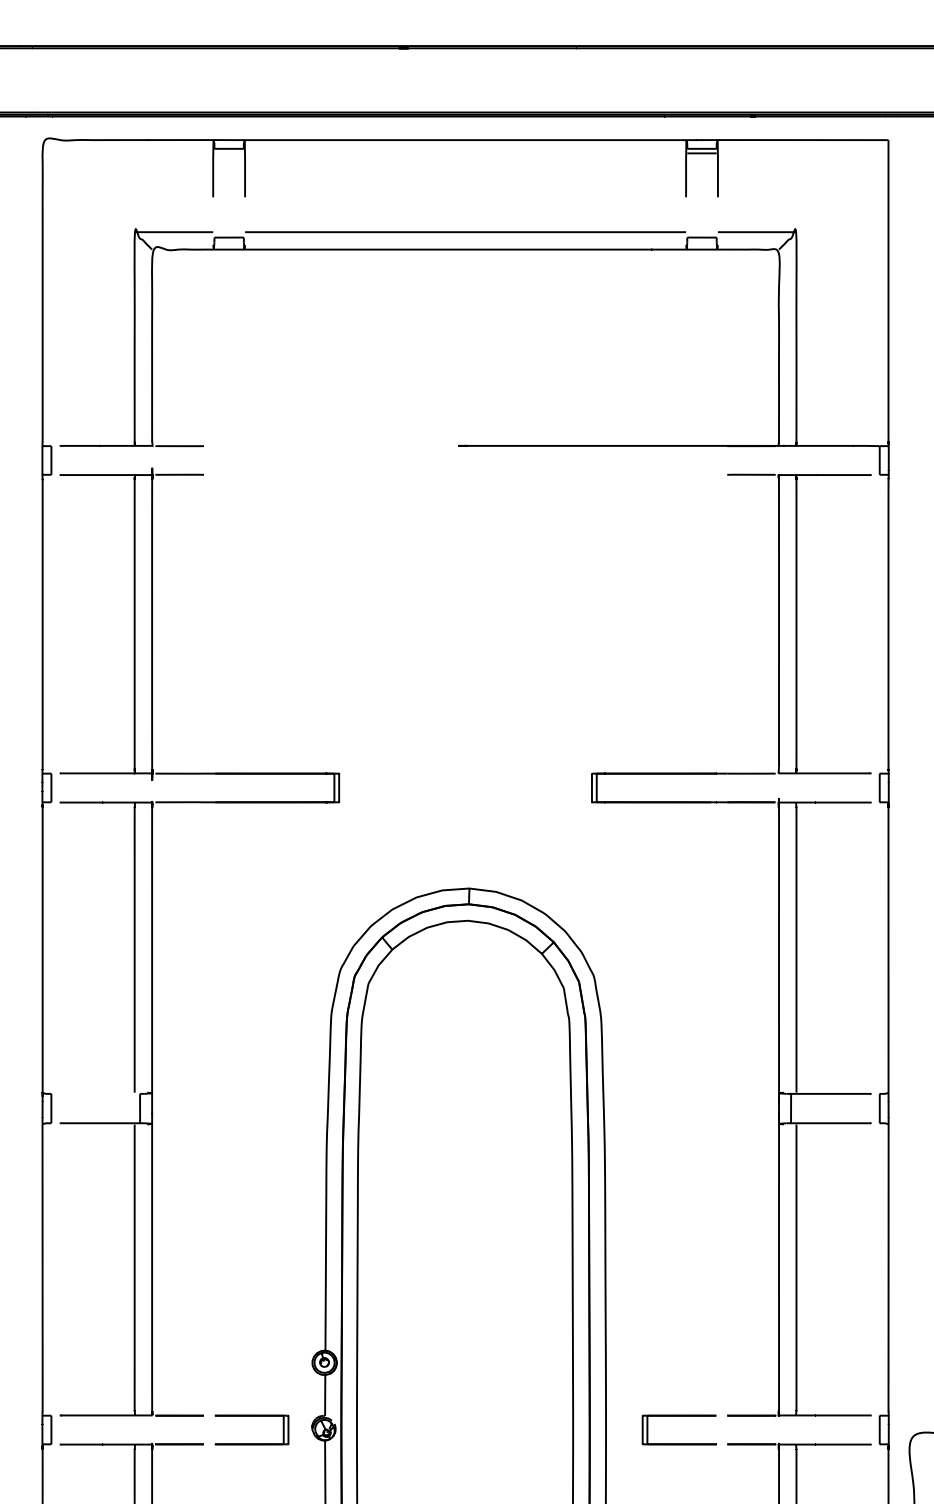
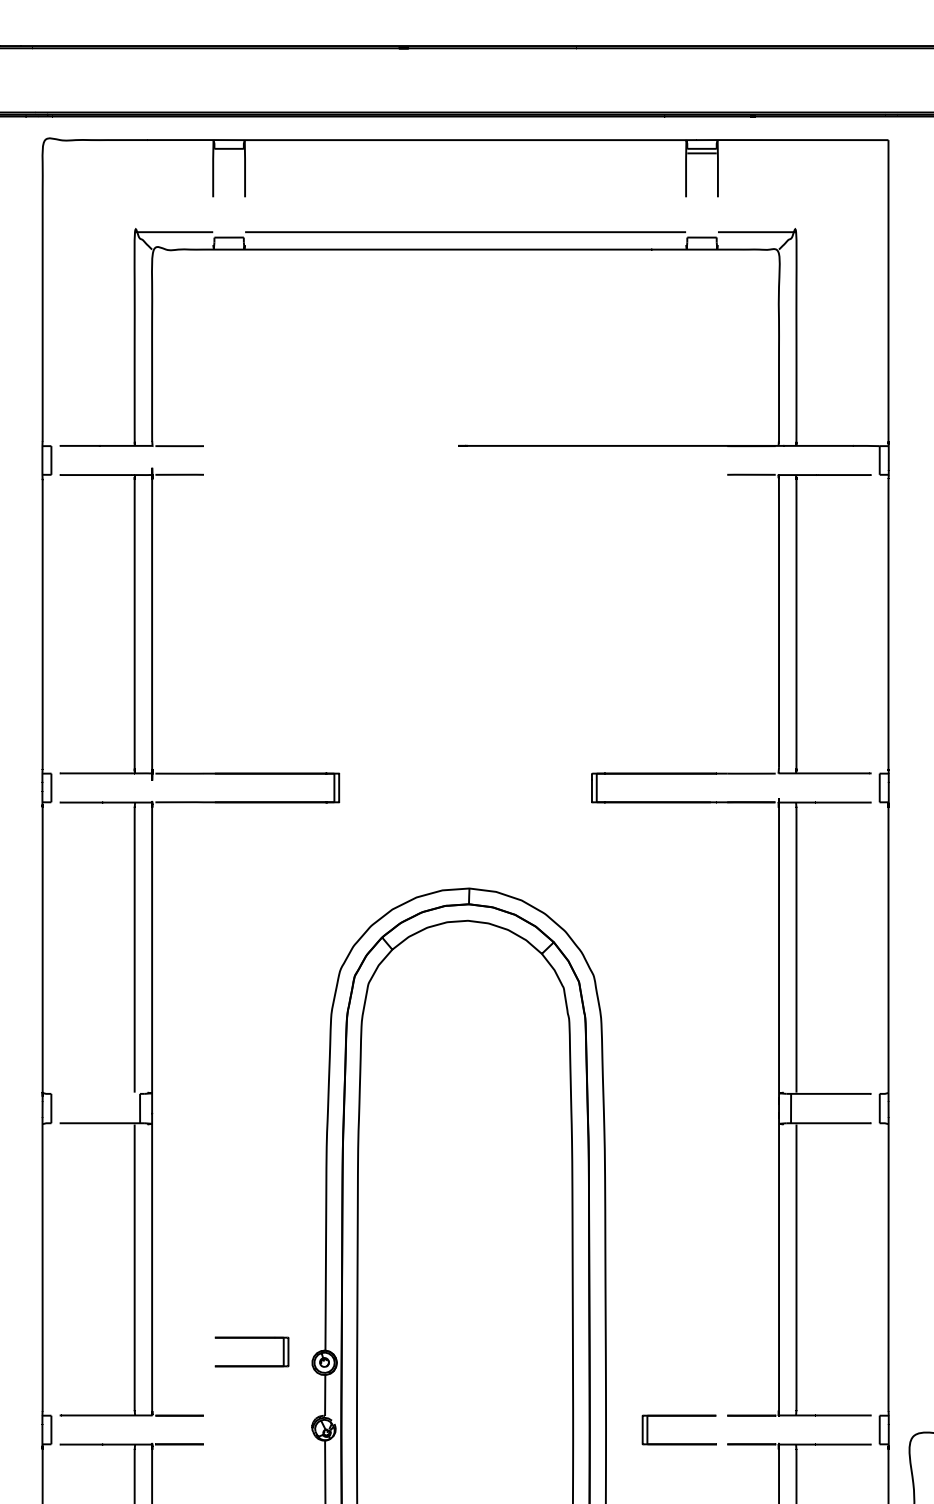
part at (251, 1416) position: (251, 1416) -> (251, 1338)
